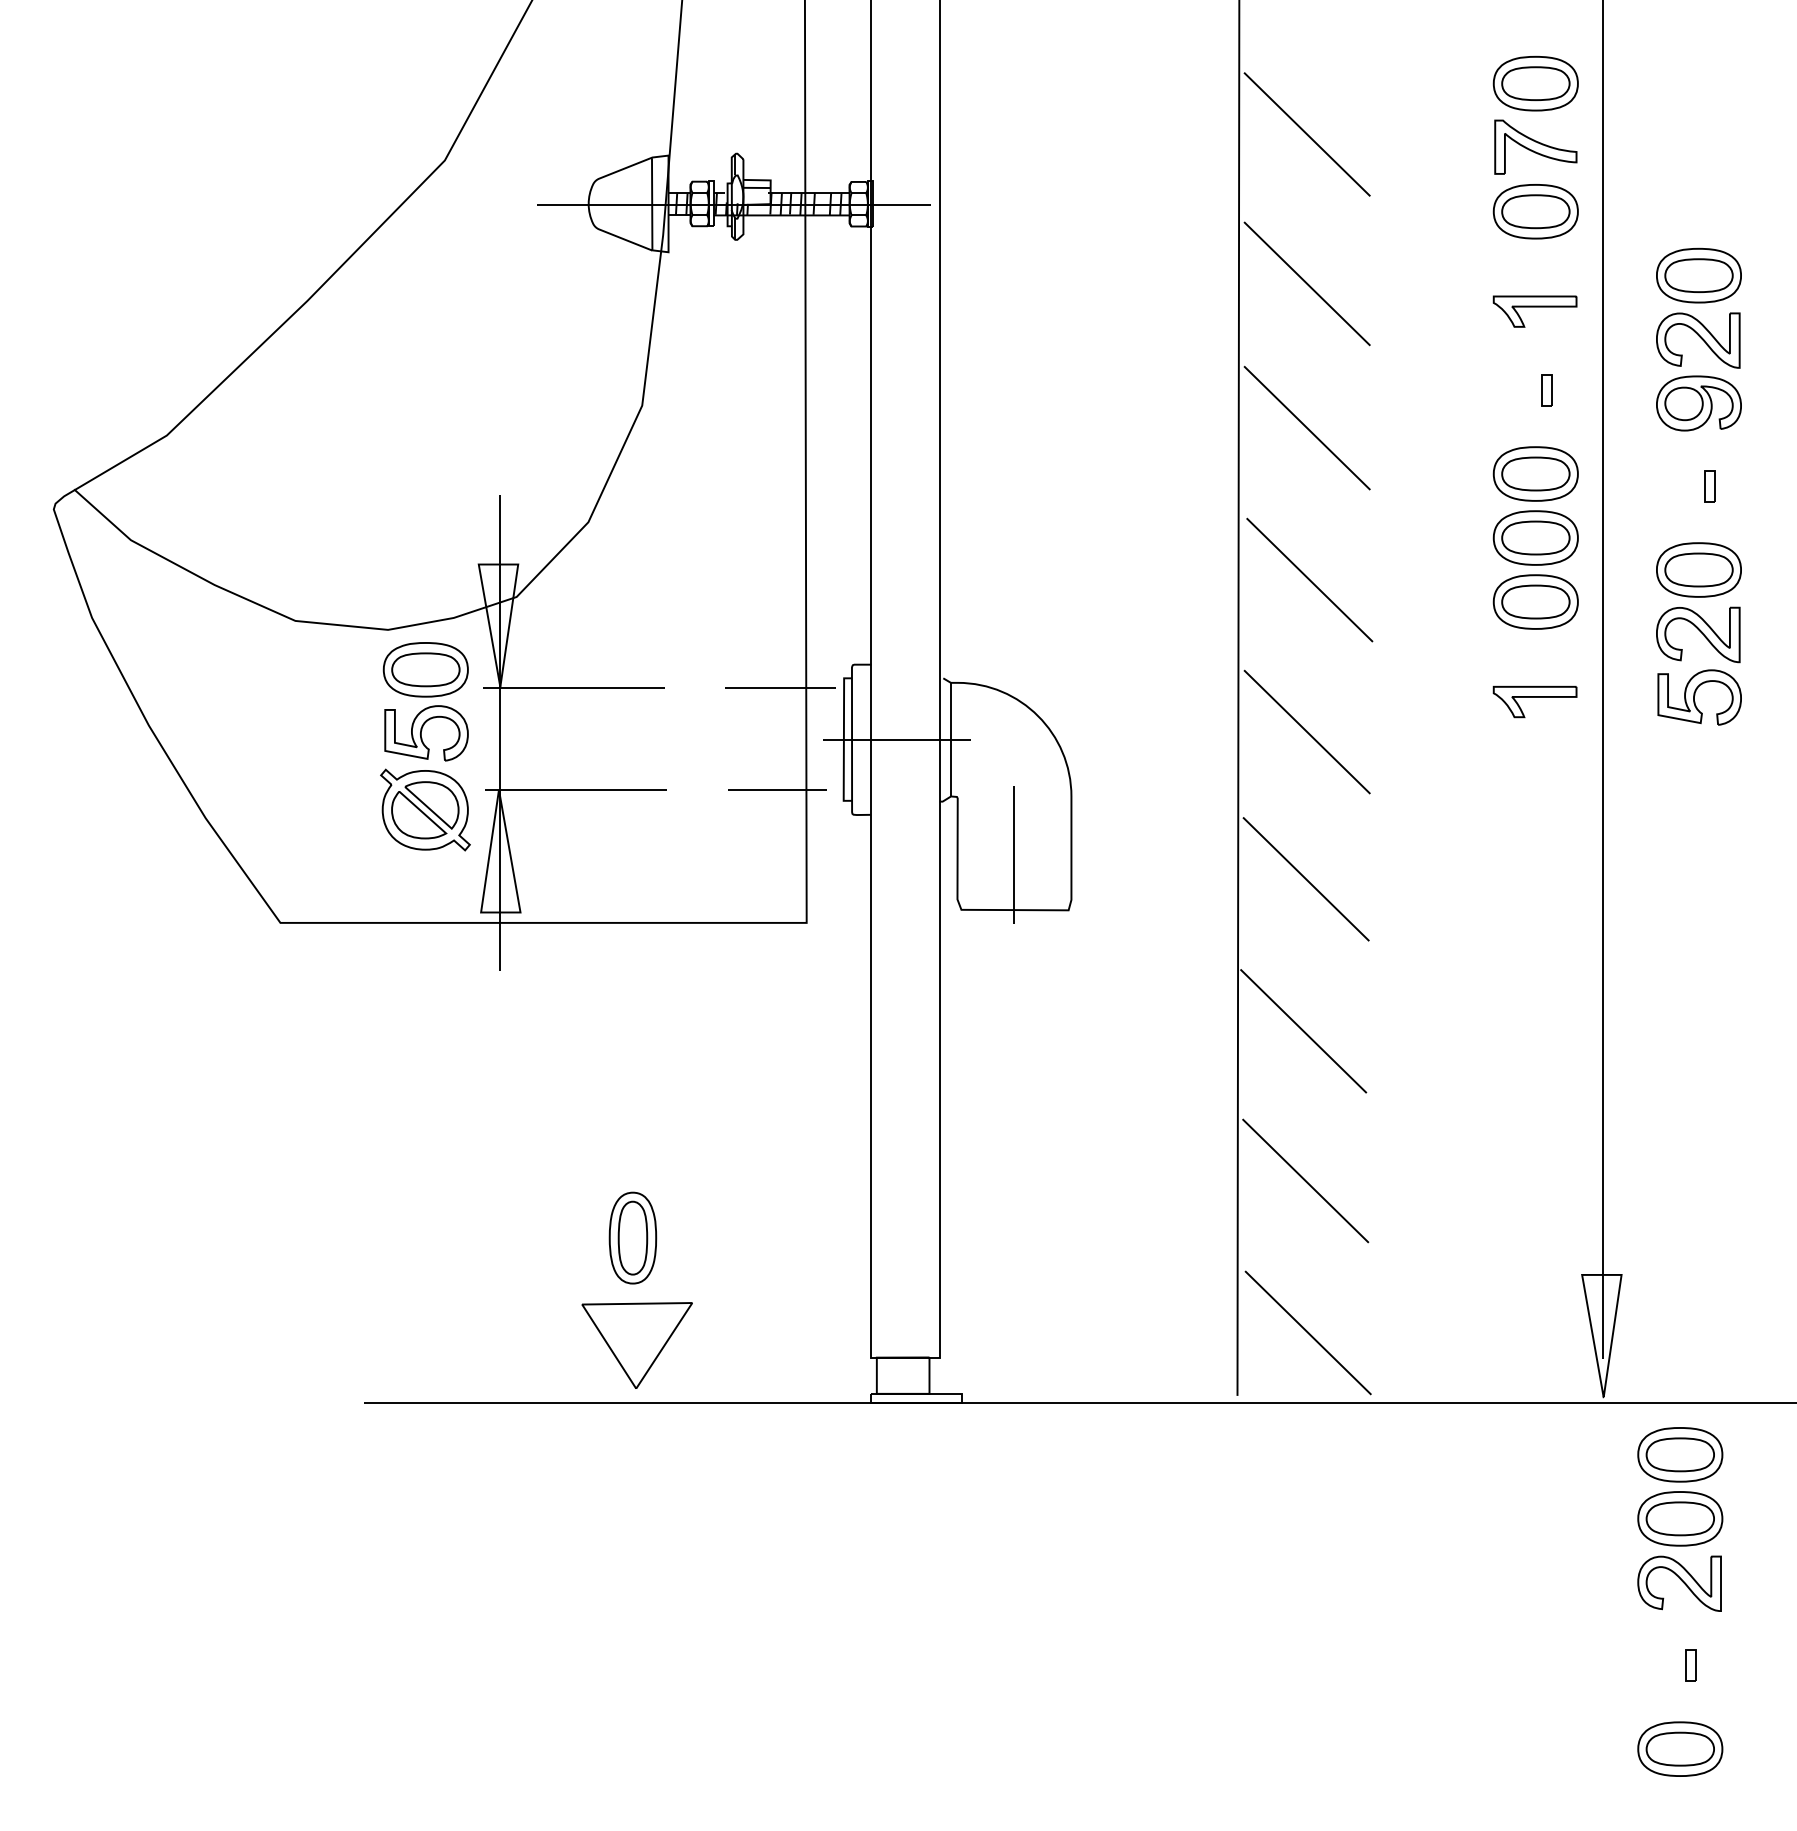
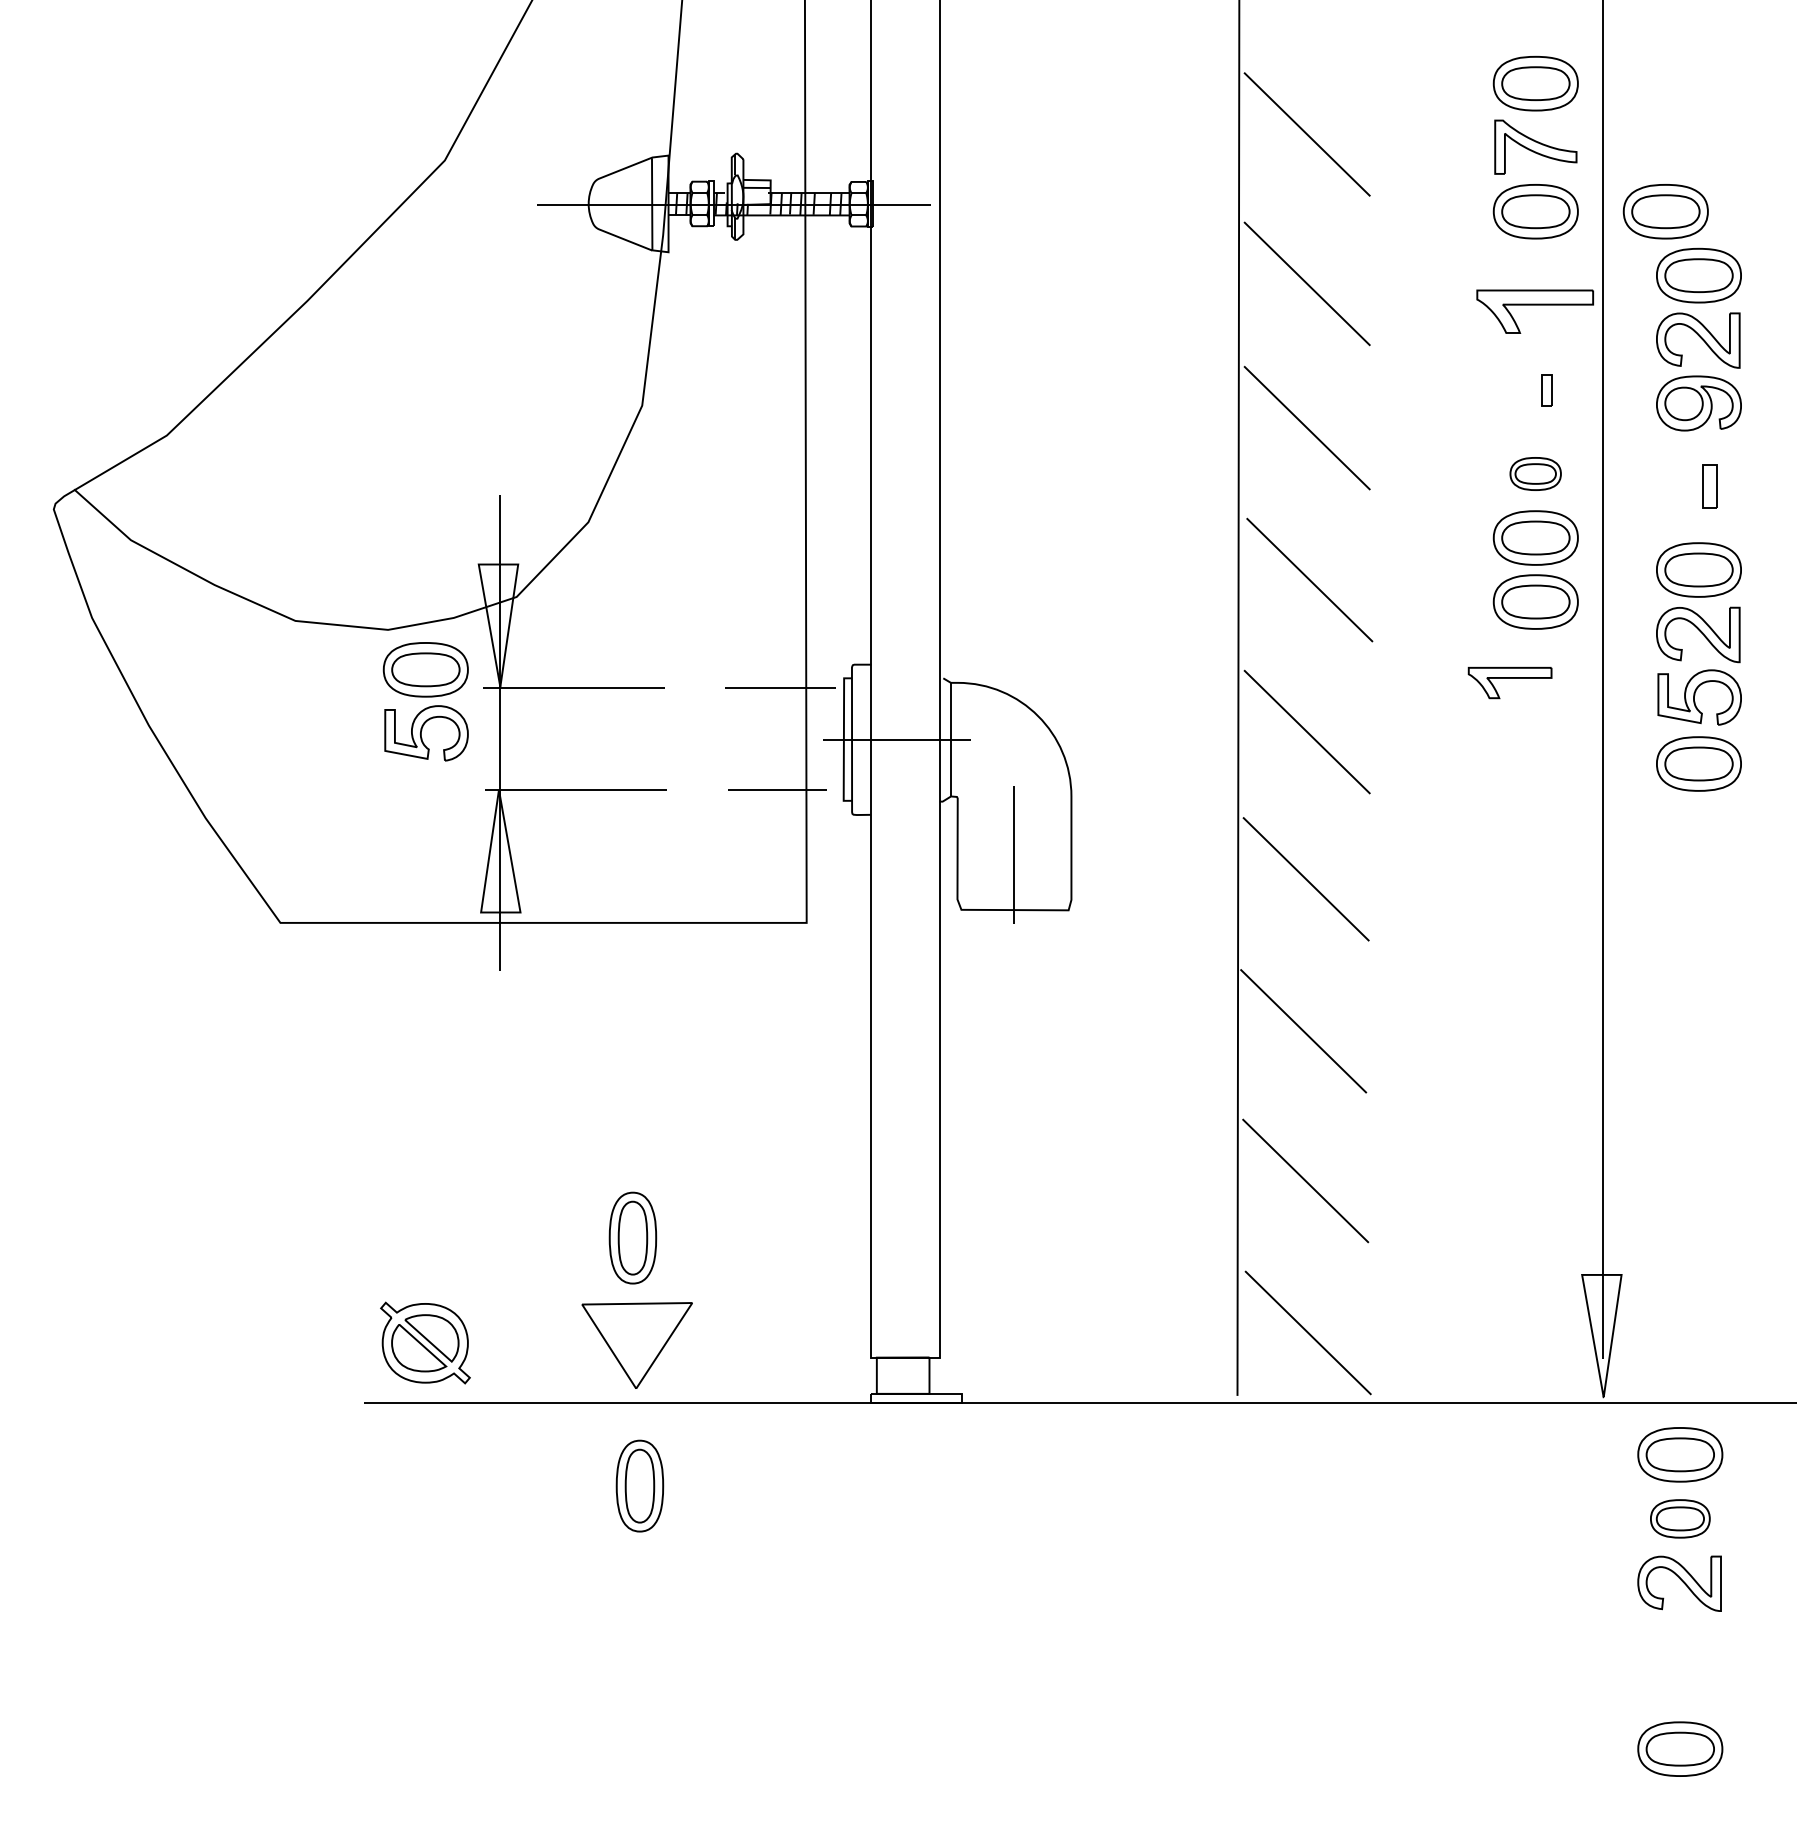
part at (1665, 211): none -> present
part at (1534, 311) size: 86x33 px -> 118x45 px
part at (1535, 473) size: 87x56 px -> 53x34 px
part at (1709, 486) size: 12x33 px -> 16x45 px
part at (1534, 701) position: (1534, 701) -> (1509, 682)
part at (1698, 763): none -> present
part at (425, 809) position: (425, 809) -> (425, 1342)
part at (639, 1485): none -> present
part at (1680, 1518) size: 87x56 px -> 61x40 px
part at (1690, 1665): present -> none
